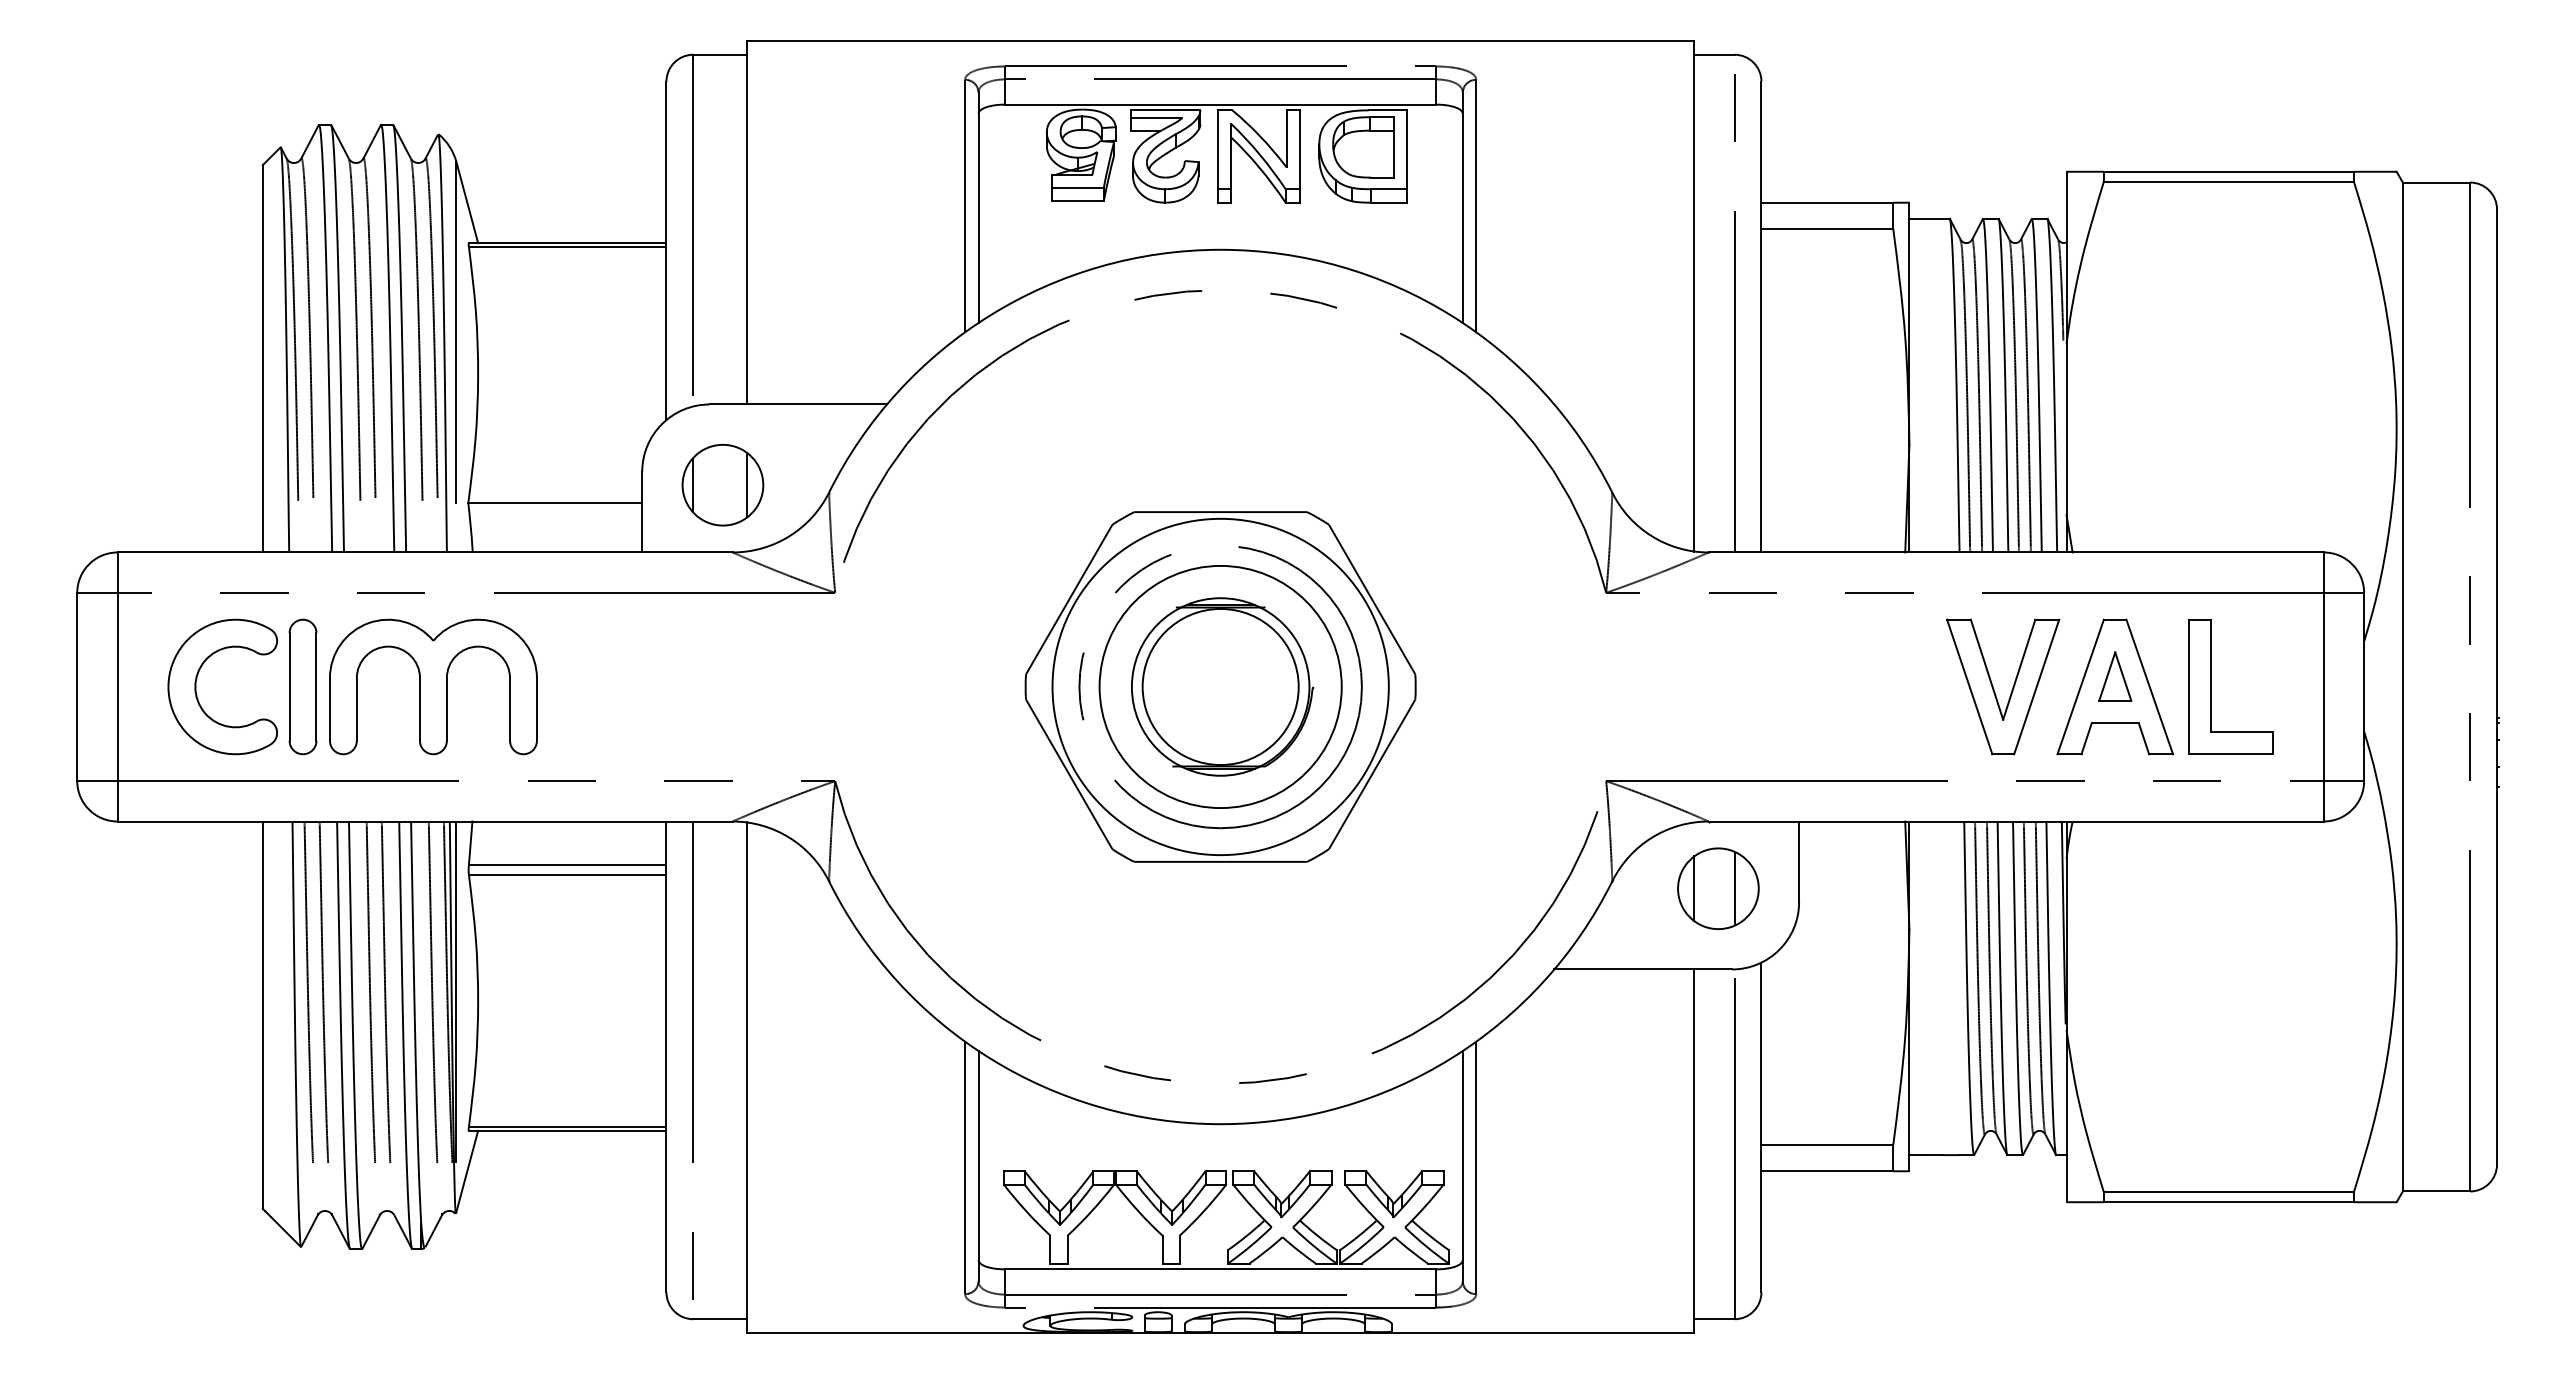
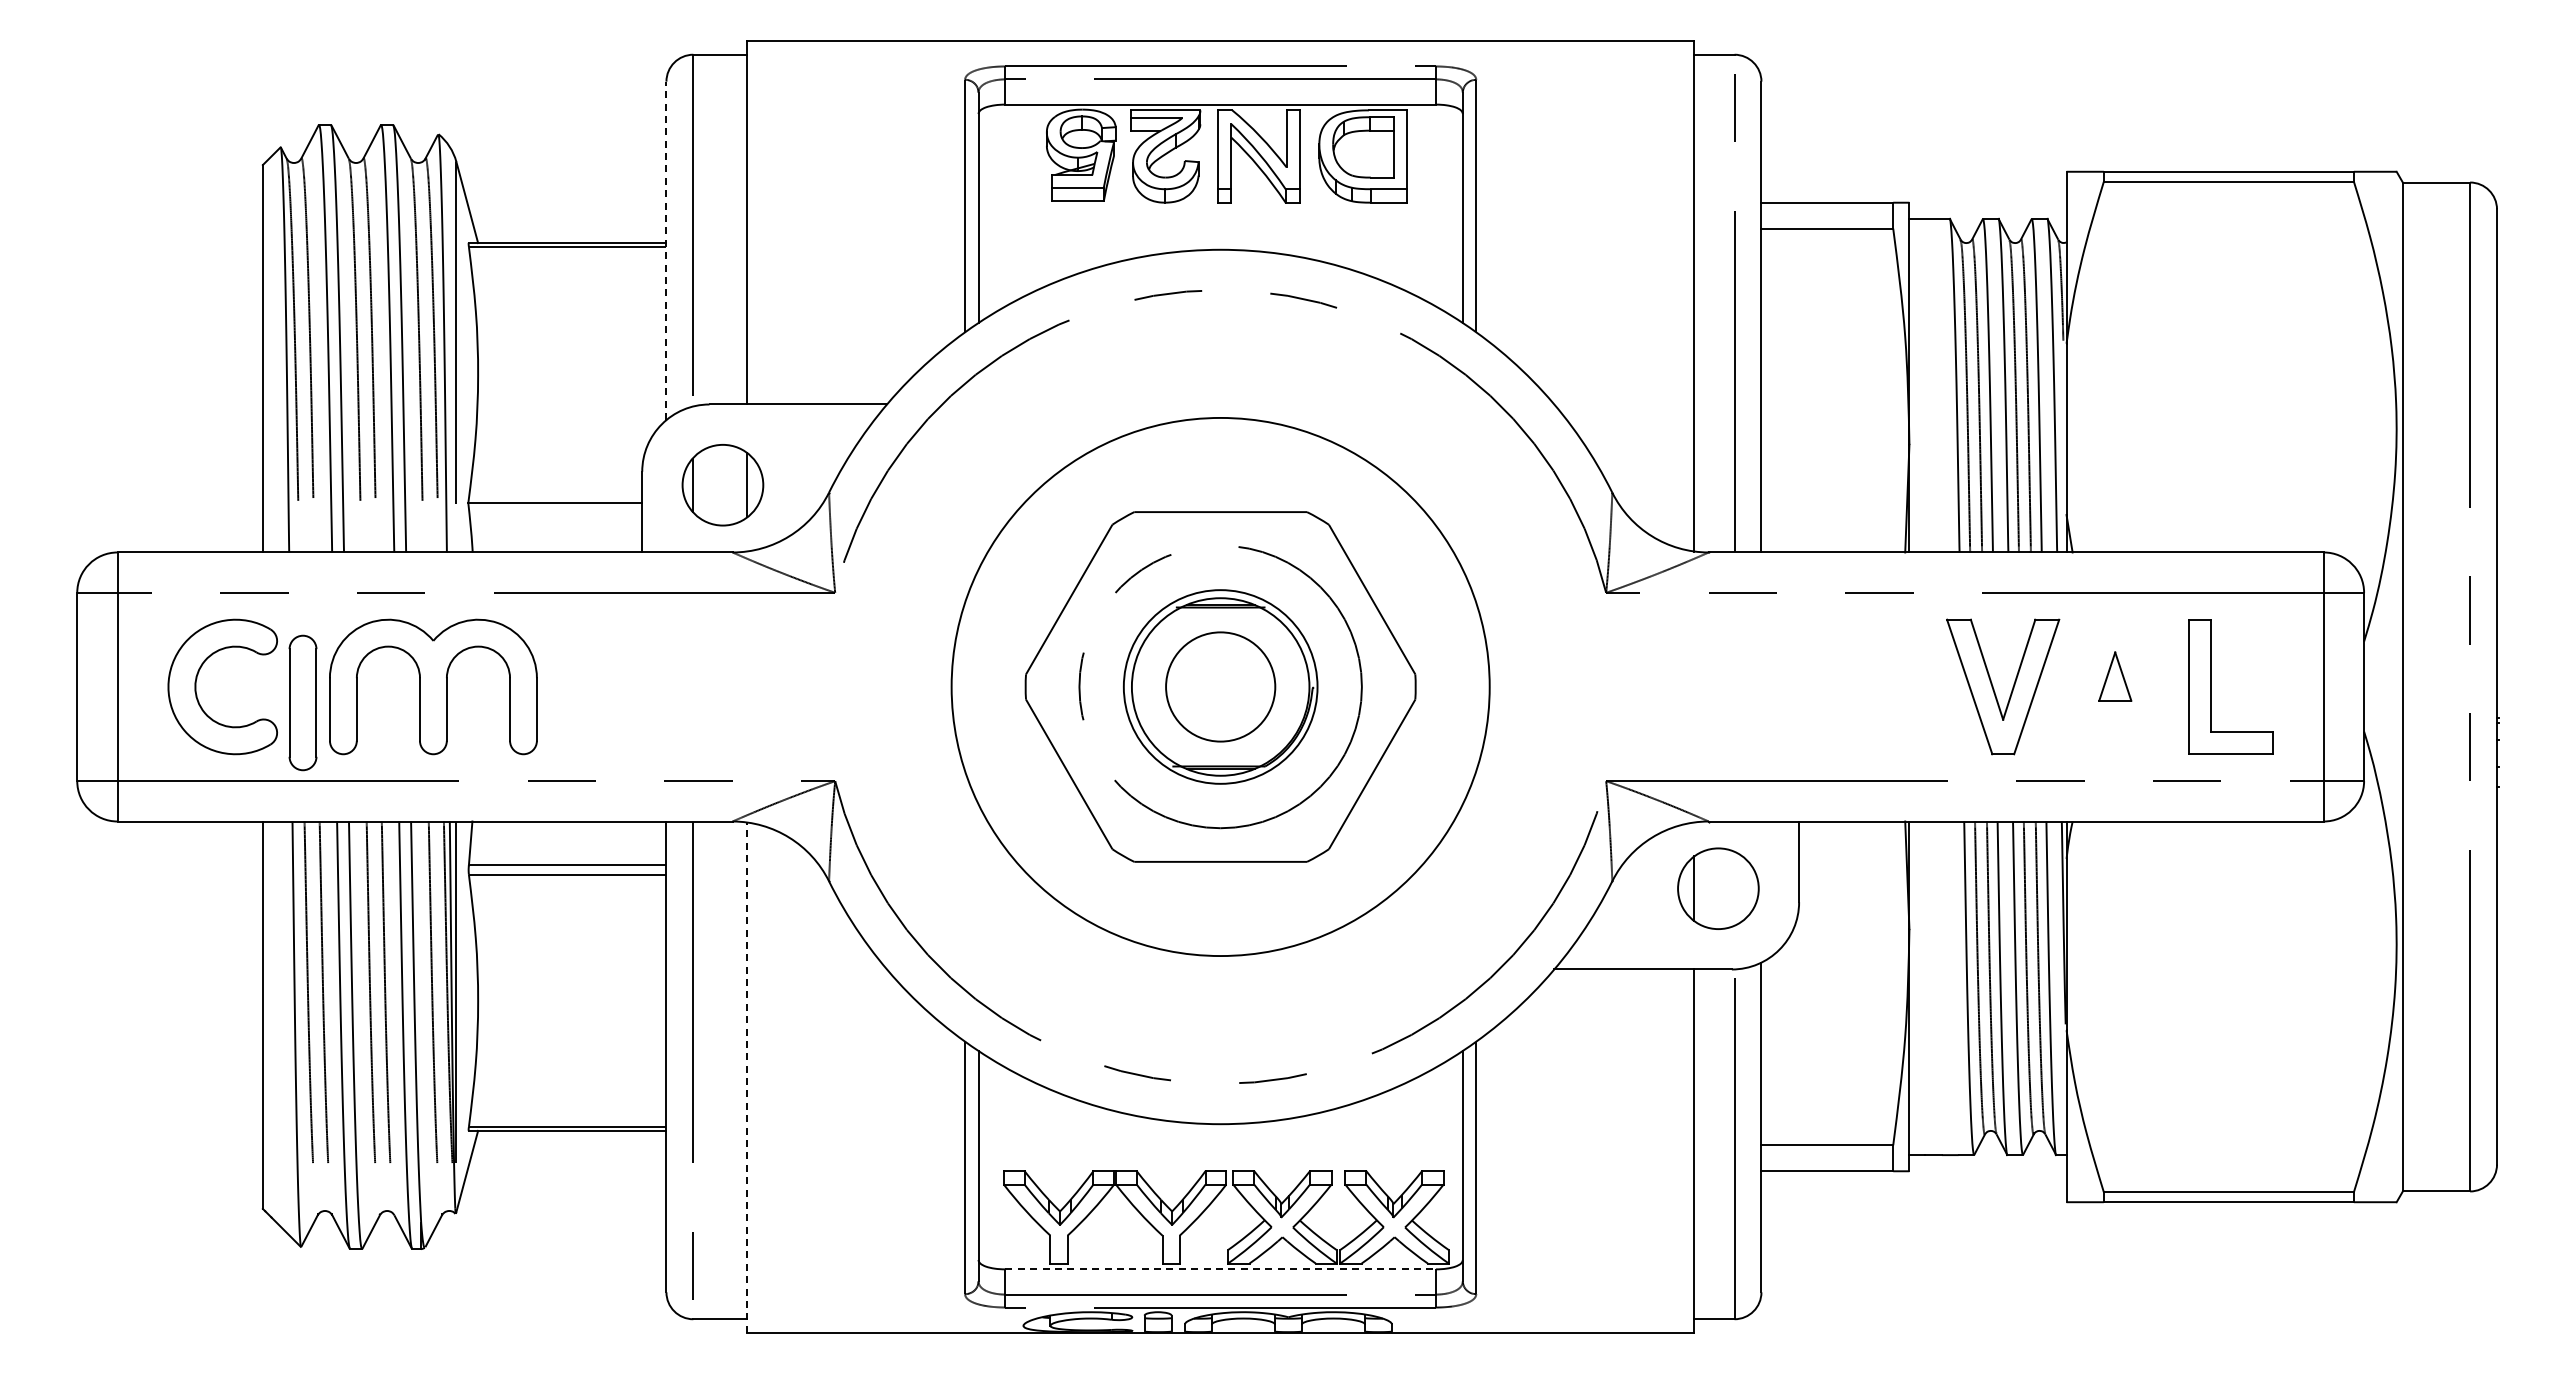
line at (666, 250): solid -> dashed
part at (302, 686) position: (302, 686) -> (302, 702)
circle at (1220, 686) diameter: 156 px -> 109 px
circle at (1220, 686) diameter: 242 px -> 194 px
circle at (1220, 686) diameter: 336 px -> 538 px
part at (2114, 686): present -> none
line at (1734, 888): present -> none
line at (747, 1077): solid -> dashed
line at (1221, 1269): solid -> dashed
